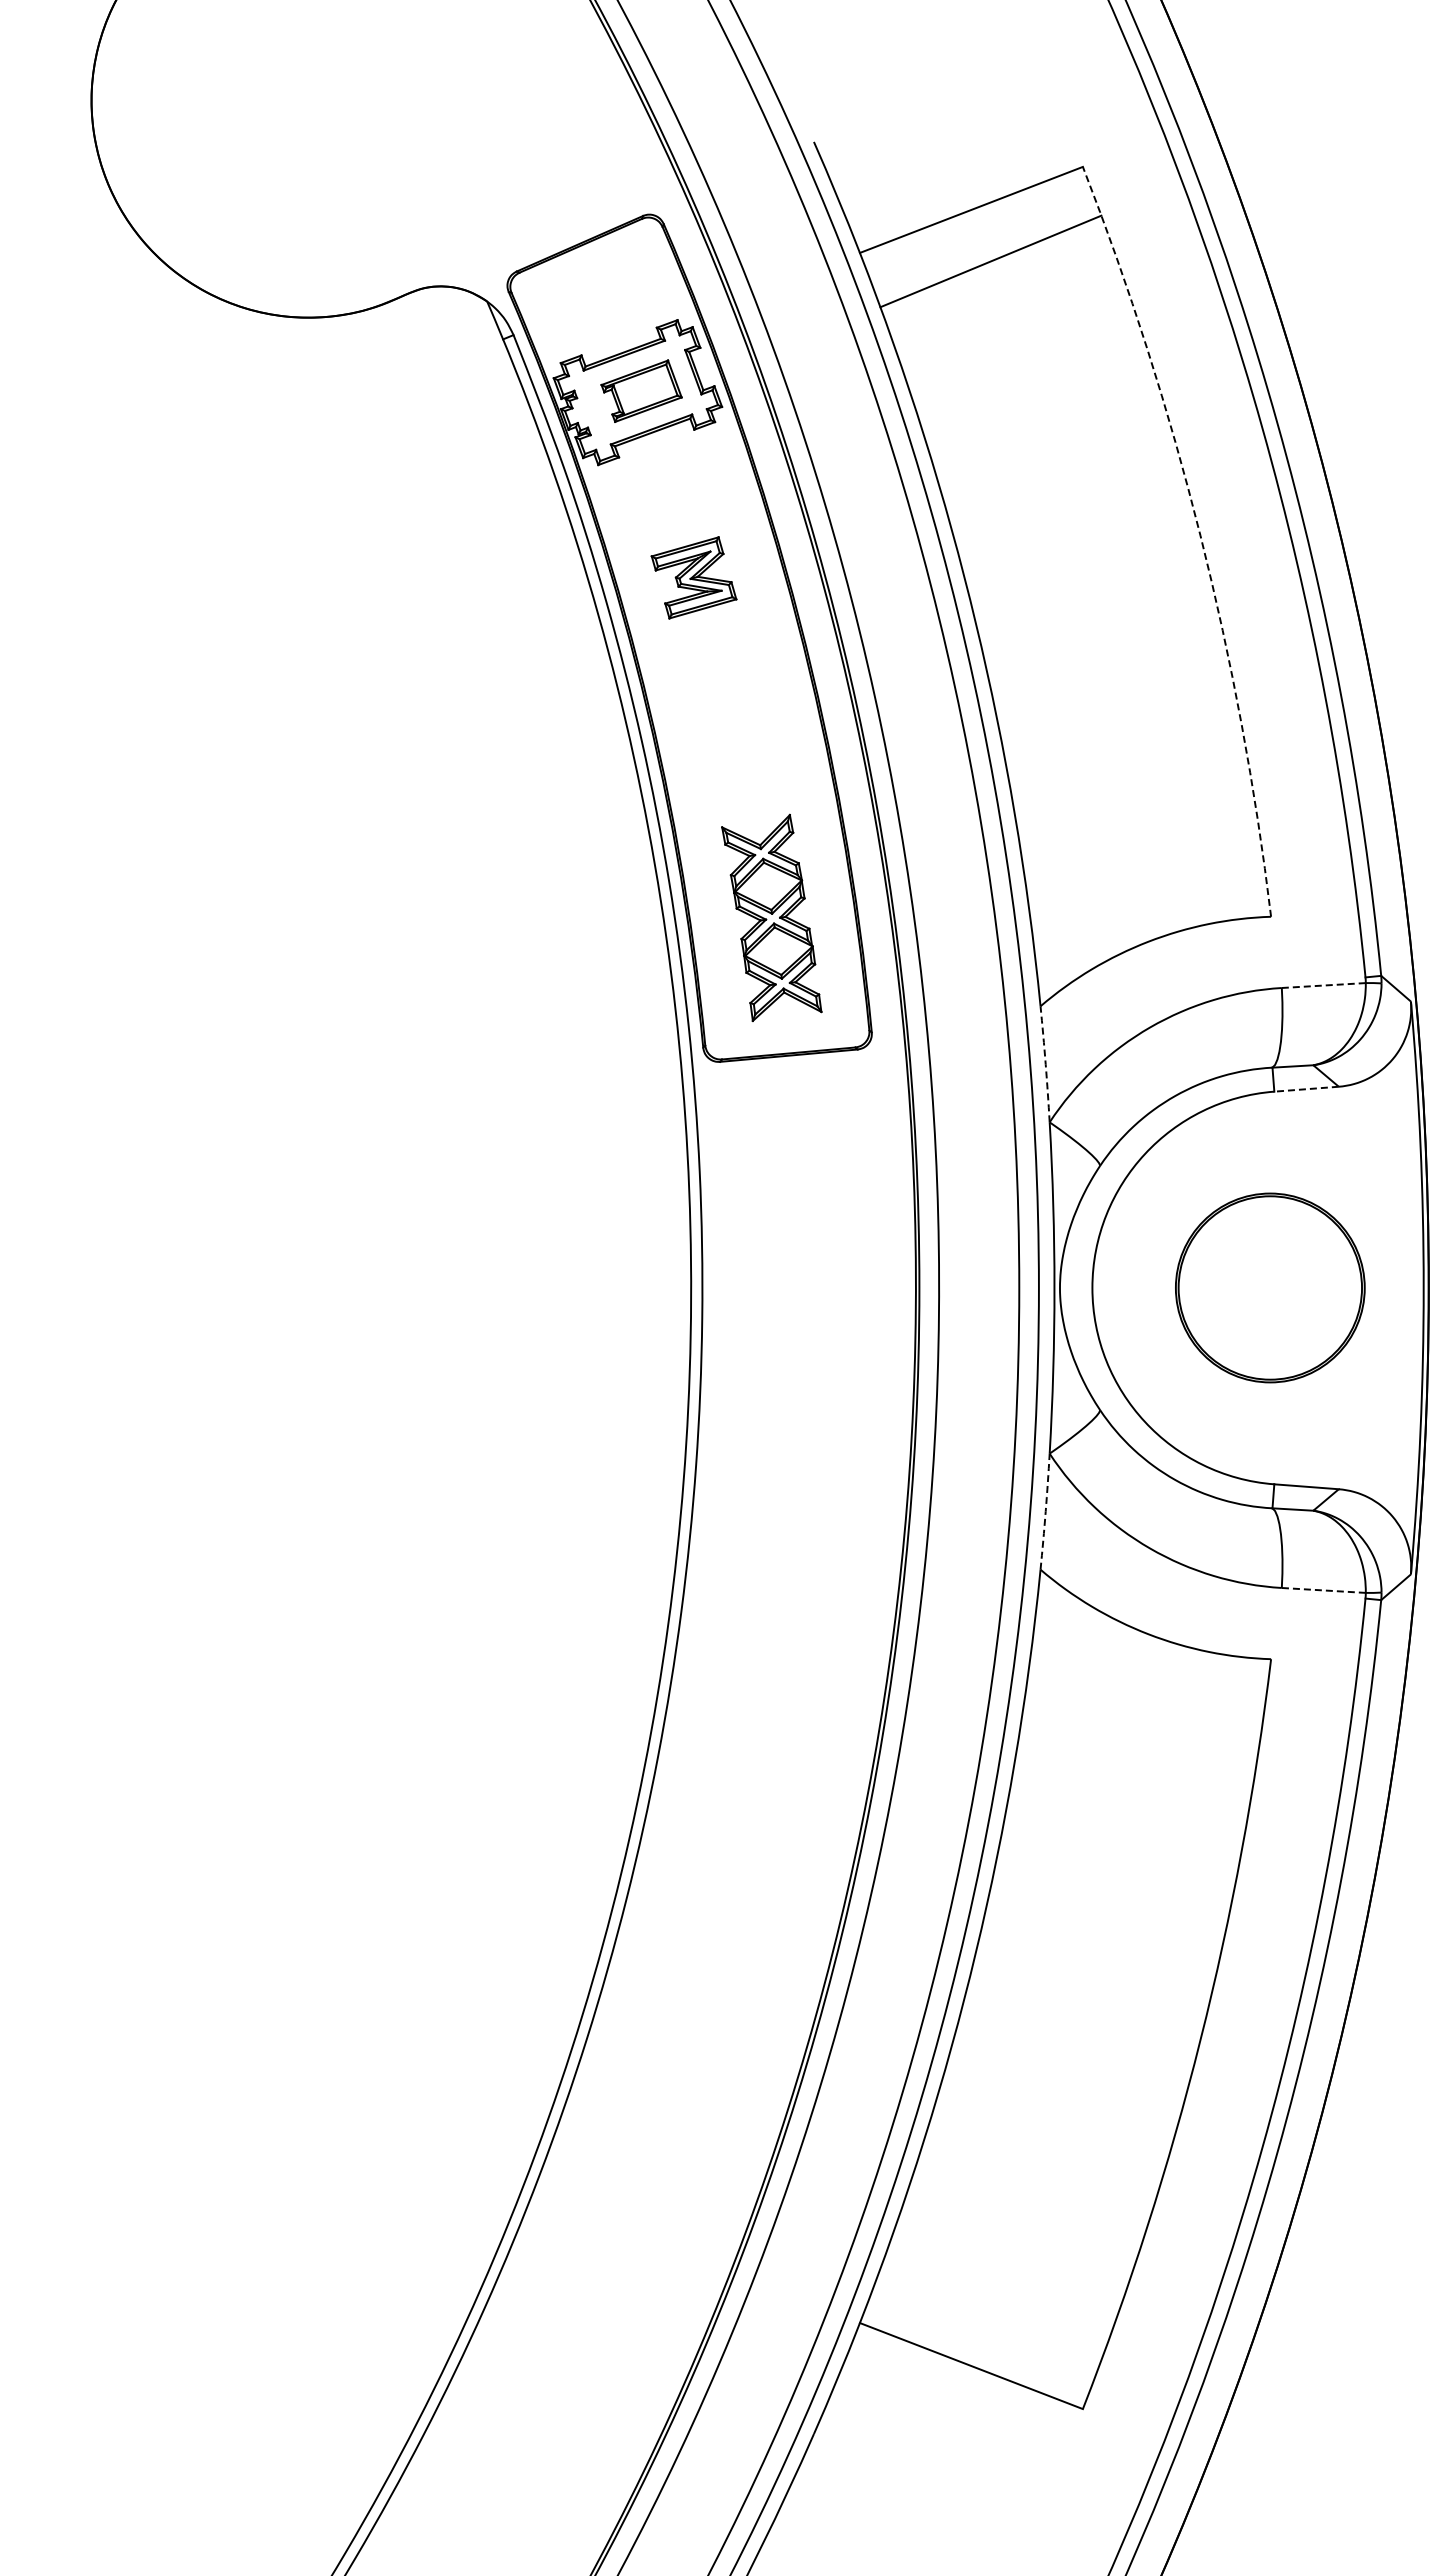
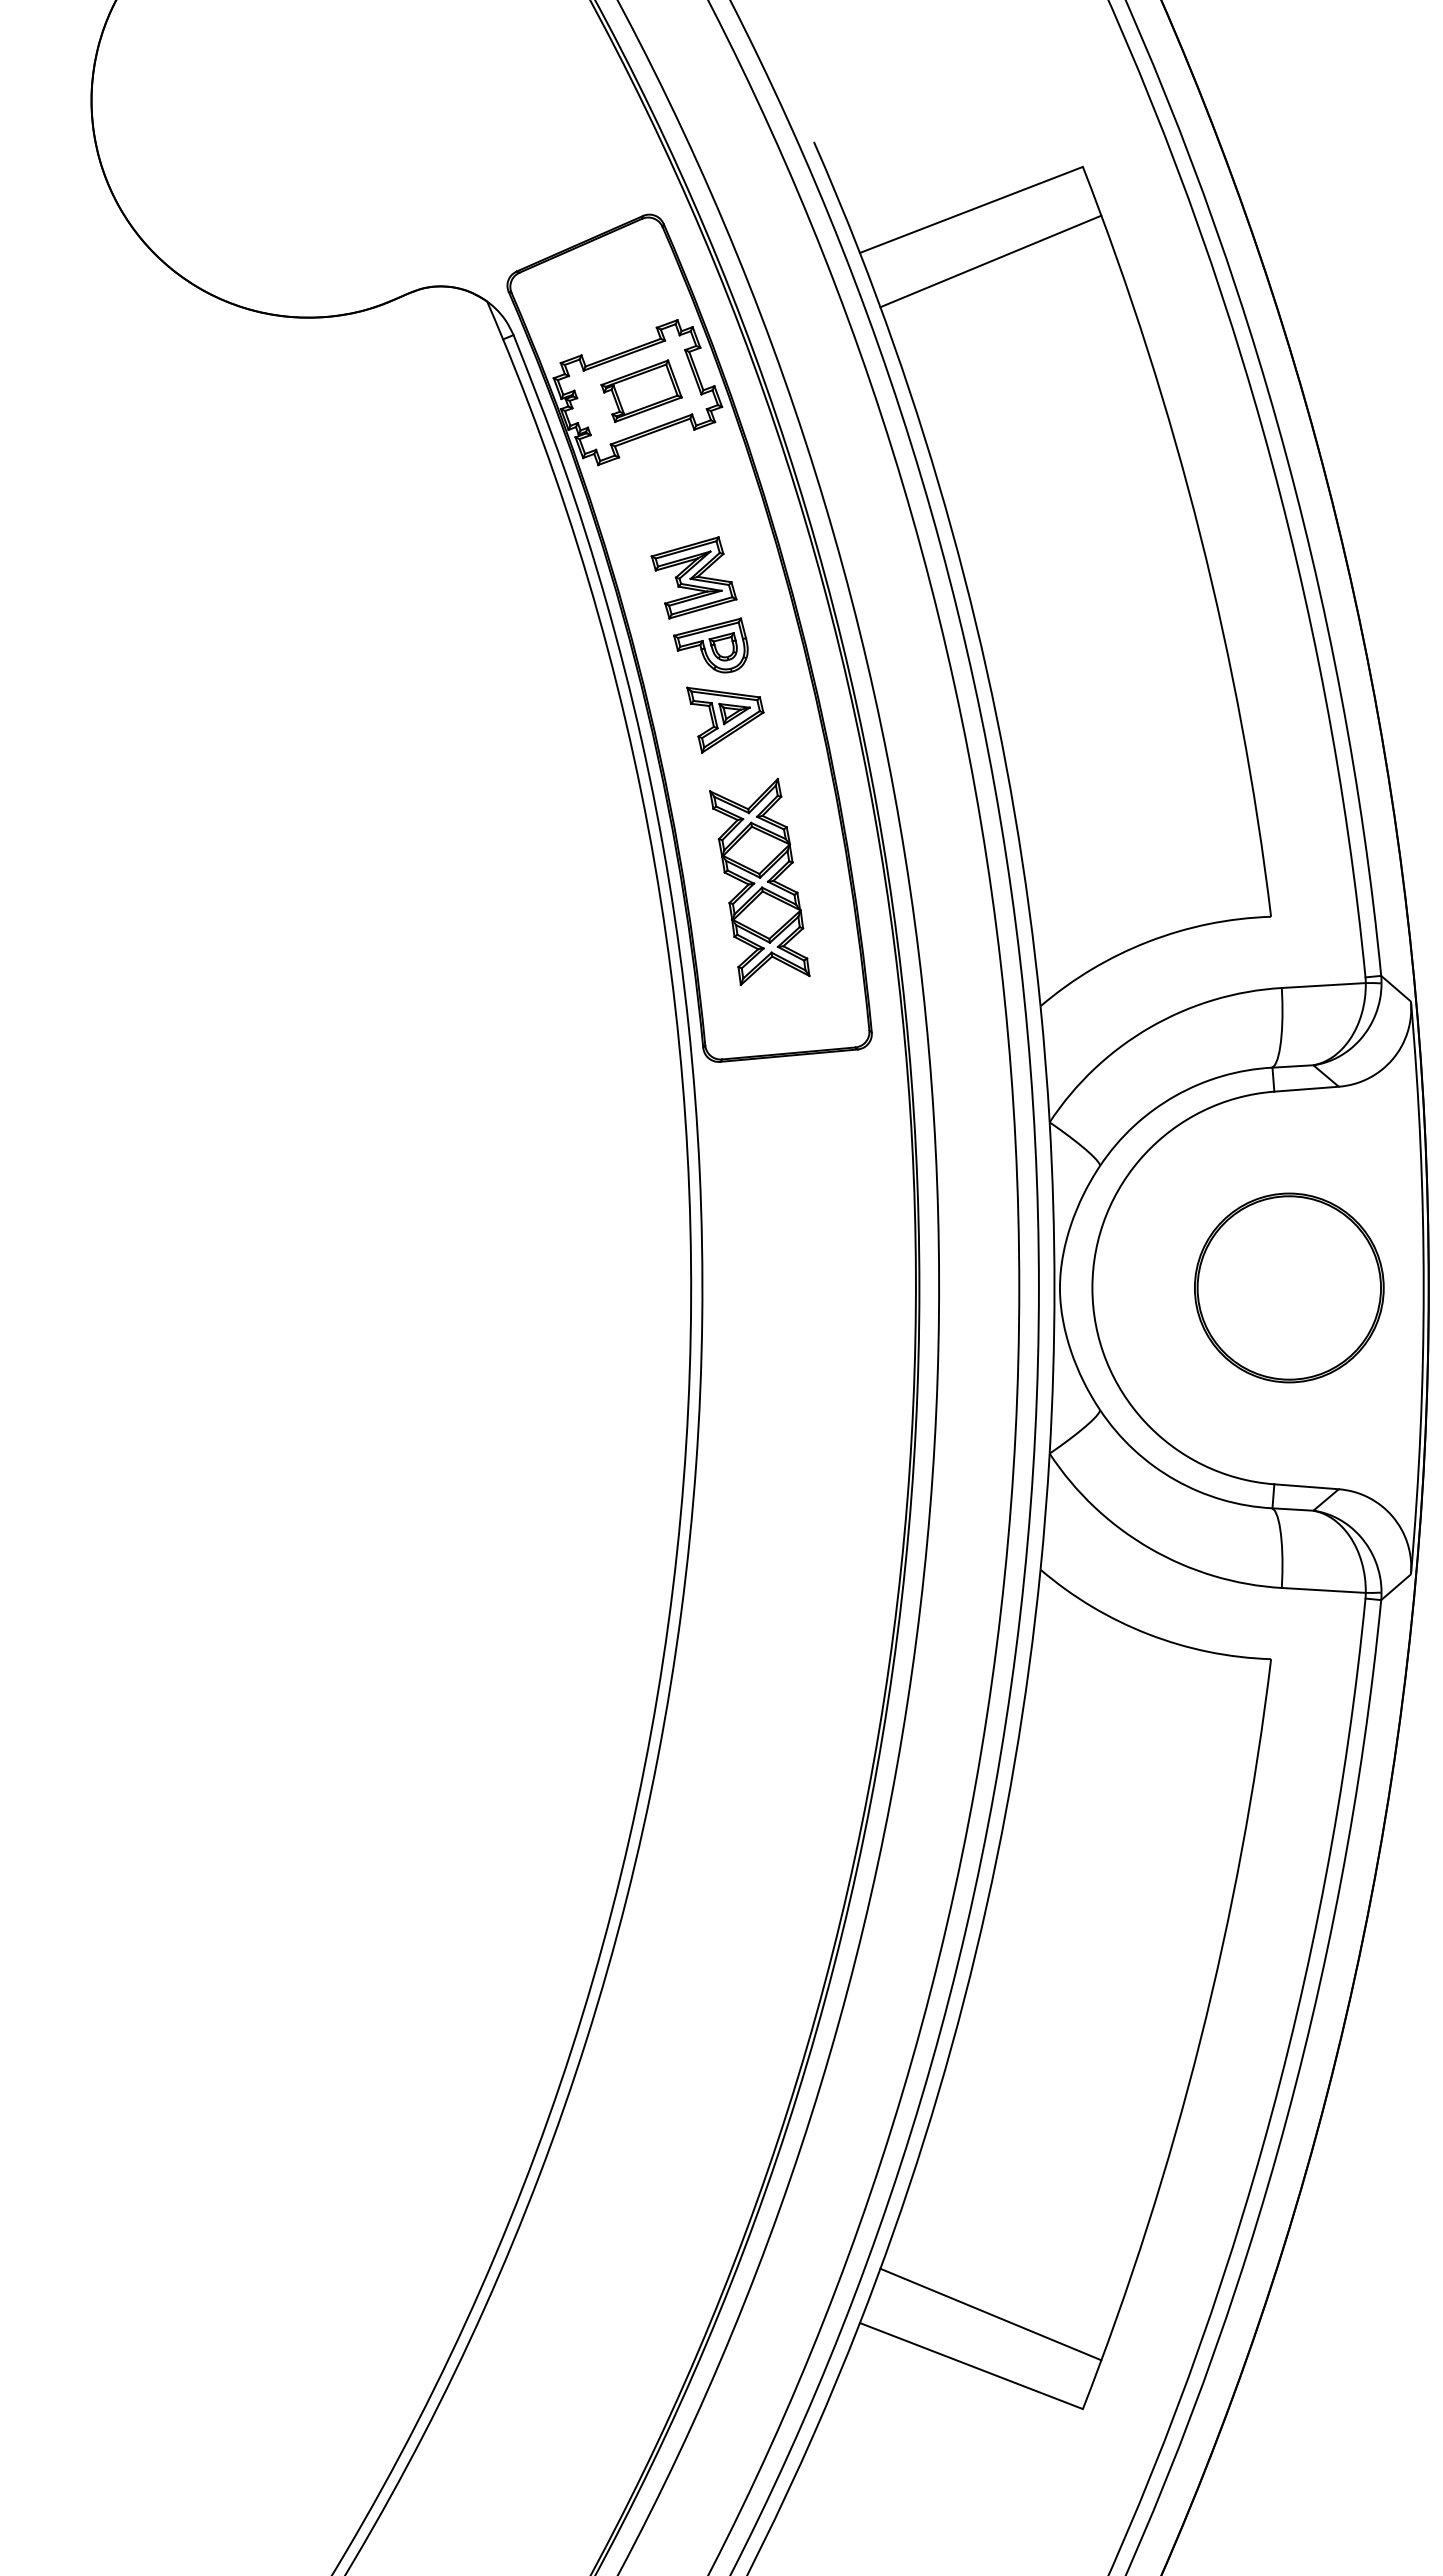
arc at (1200, 535): dashed -> solid
part at (710, 645): none -> present
part at (725, 719): none -> present
part at (771, 917) position: (771, 917) -> (759, 881)
line at (1324, 985): dashed -> solid
arc at (1045, 1064): dashed -> solid
line at (1306, 1089): dashed -> solid
part at (1270, 1287) position: (1270, 1287) -> (1289, 1287)
arc at (1045, 1511): dashed -> solid
line at (1323, 1590): dashed -> solid
line at (990, 2314): none -> present
